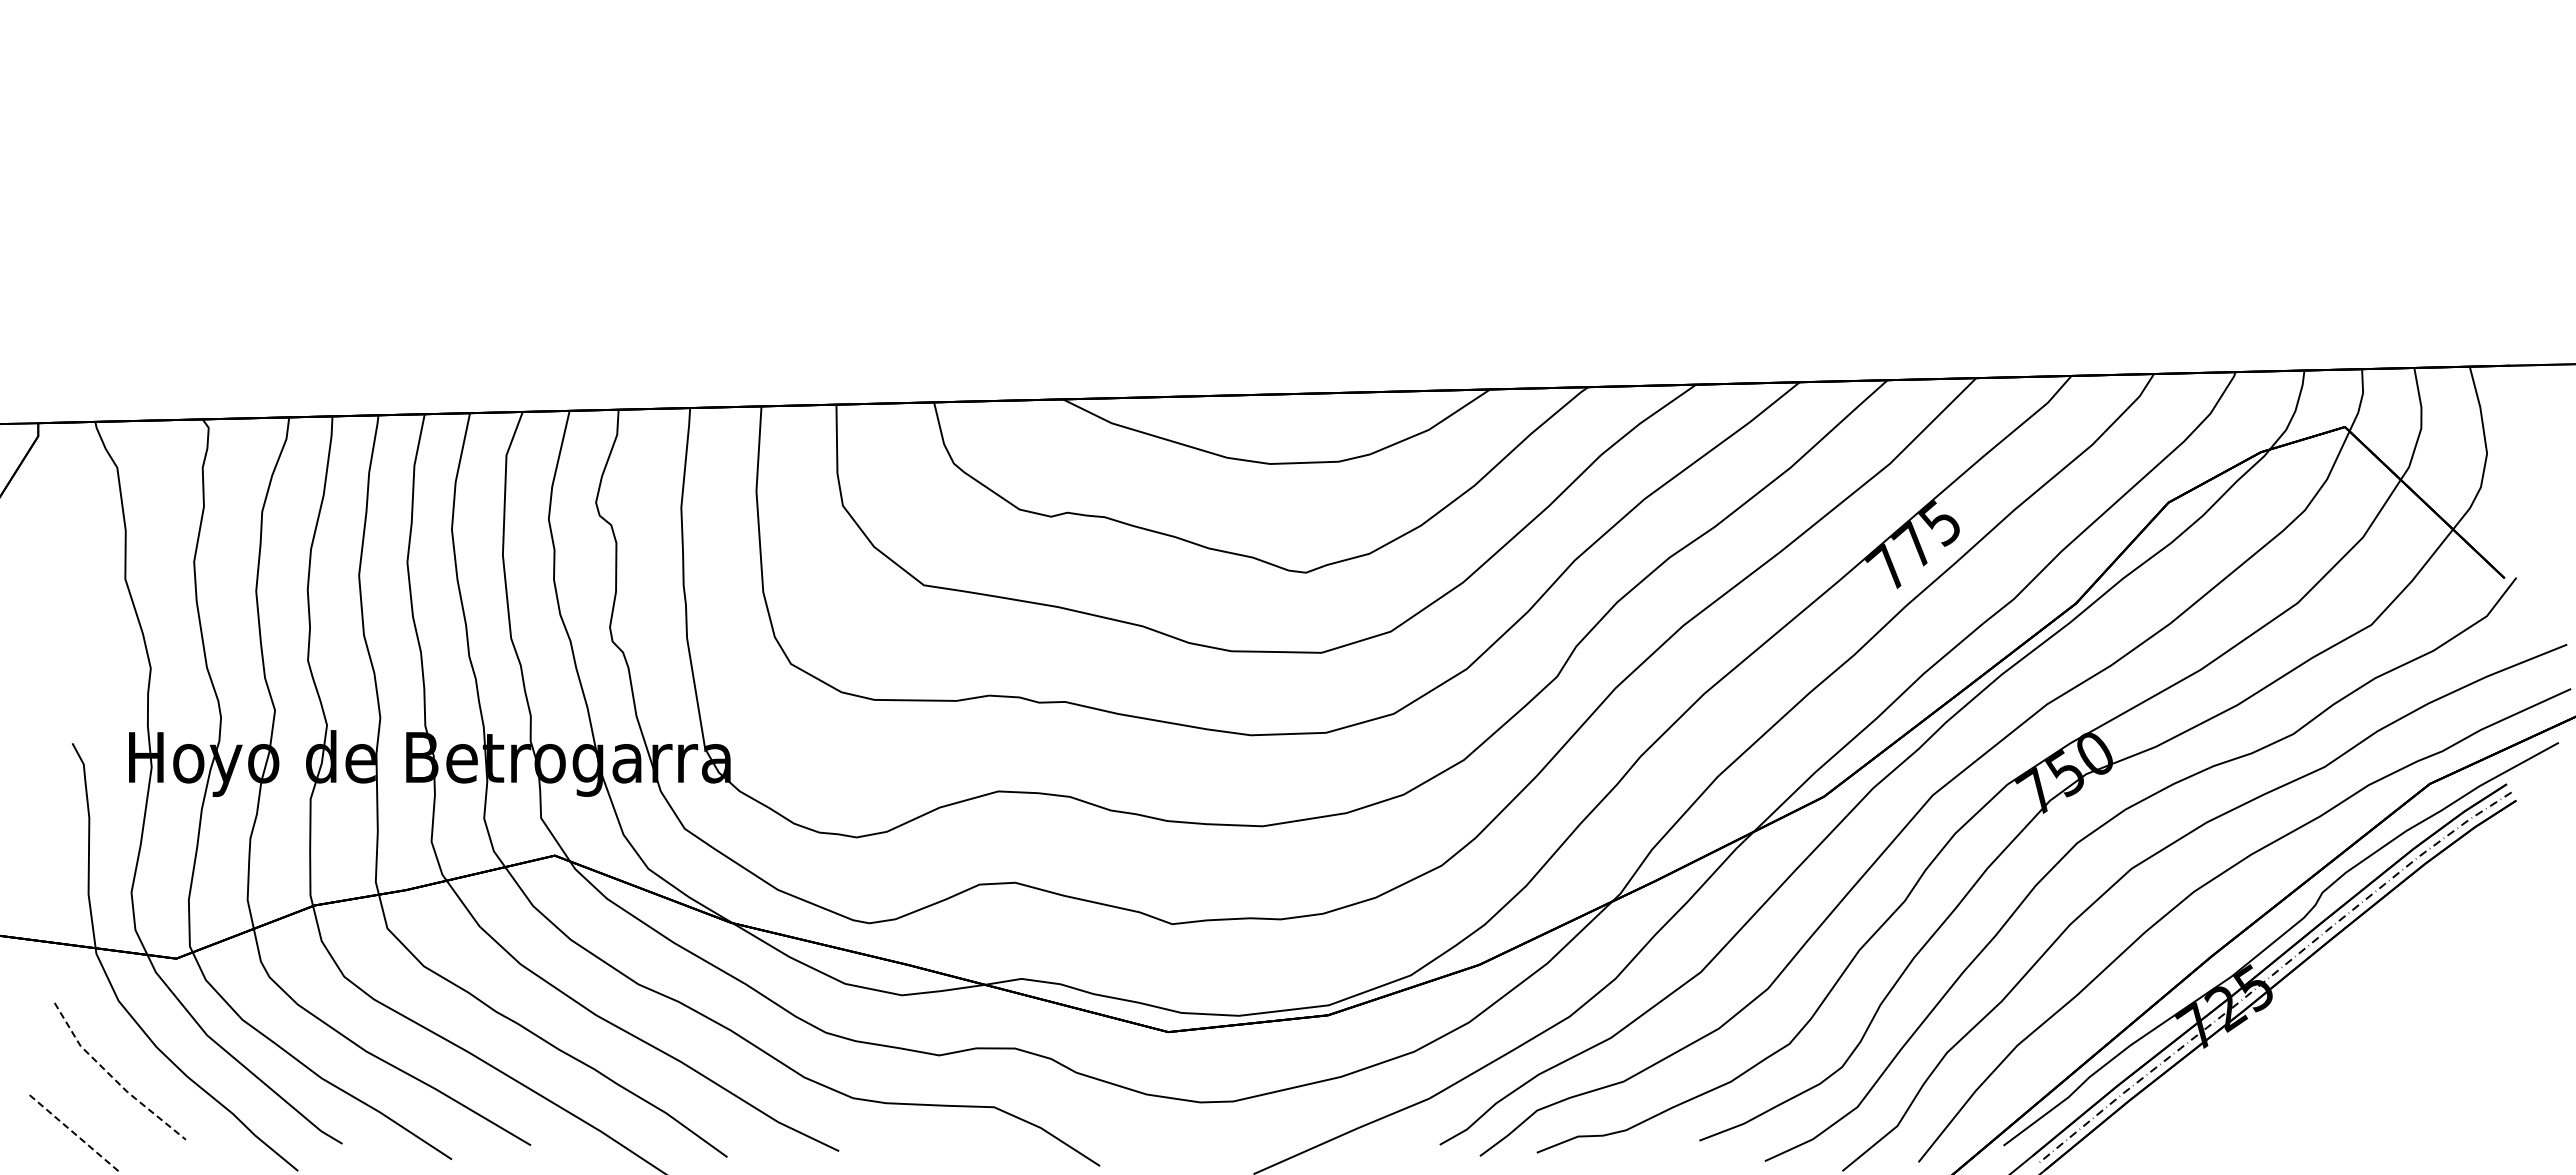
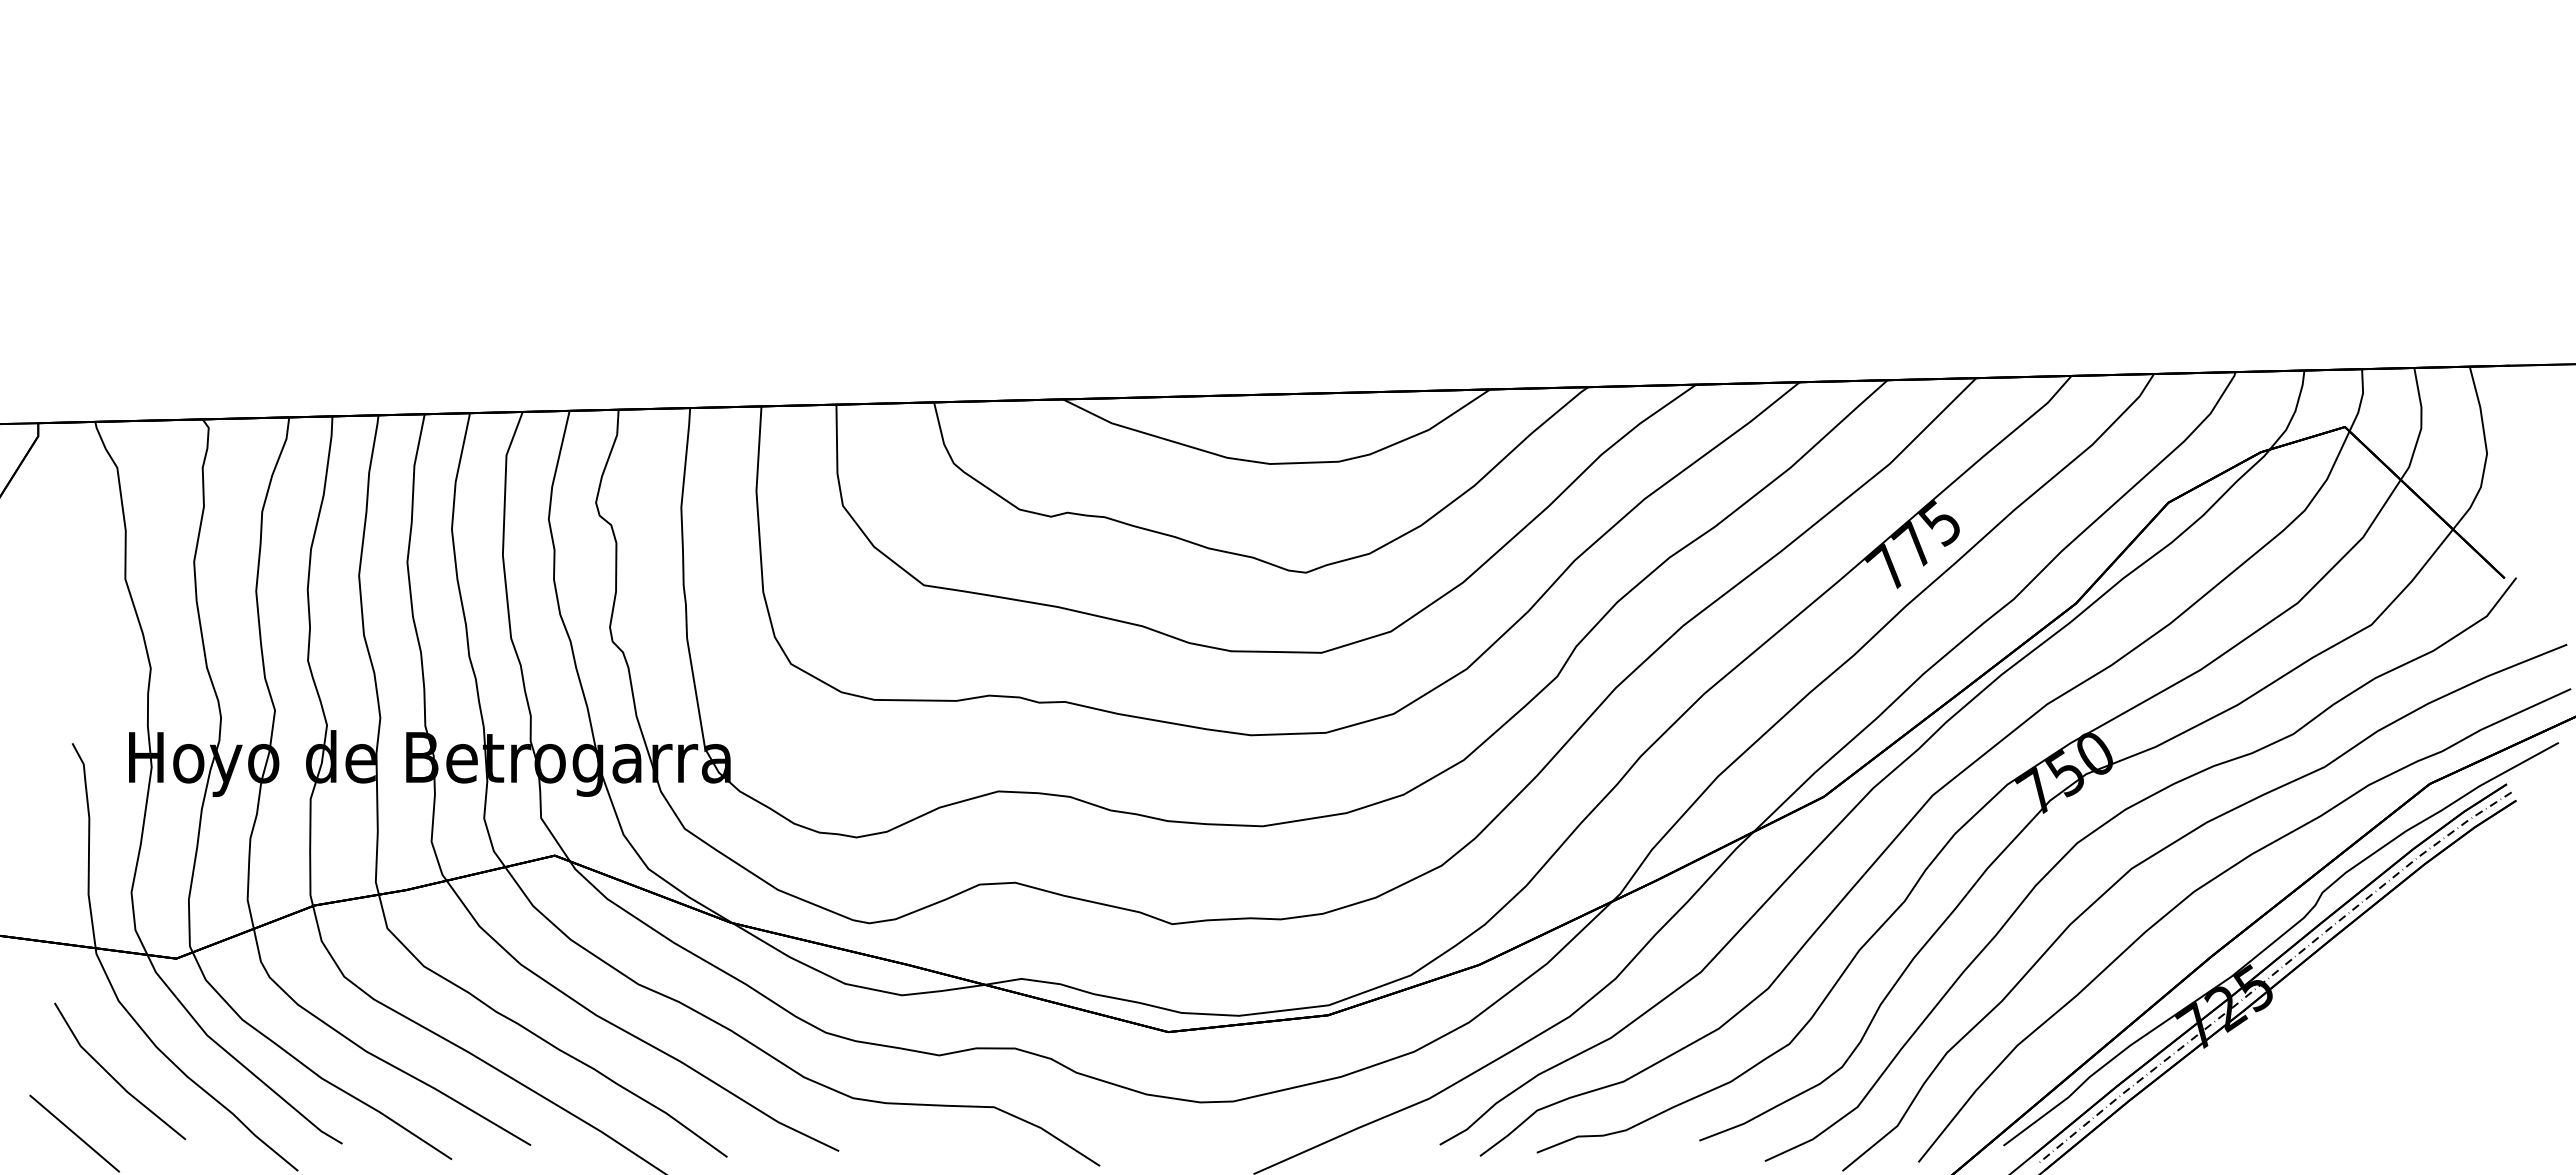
line at (113, 1078): dashed -> solid
line at (75, 1133): dashed -> solid
